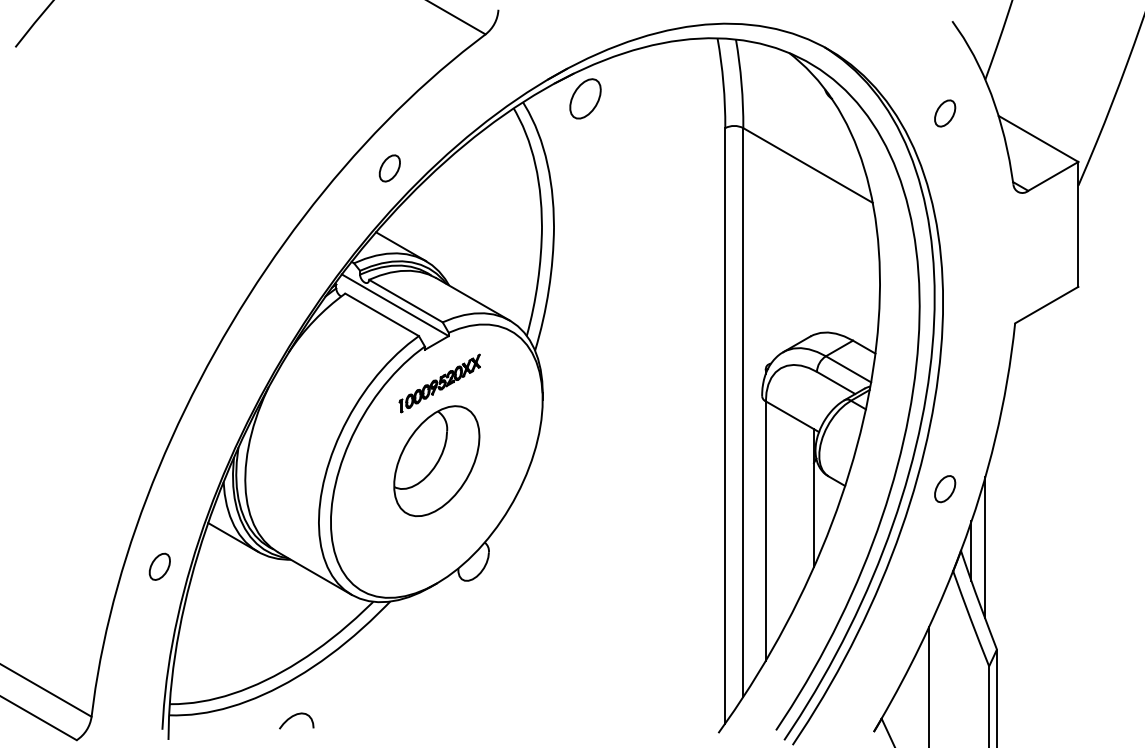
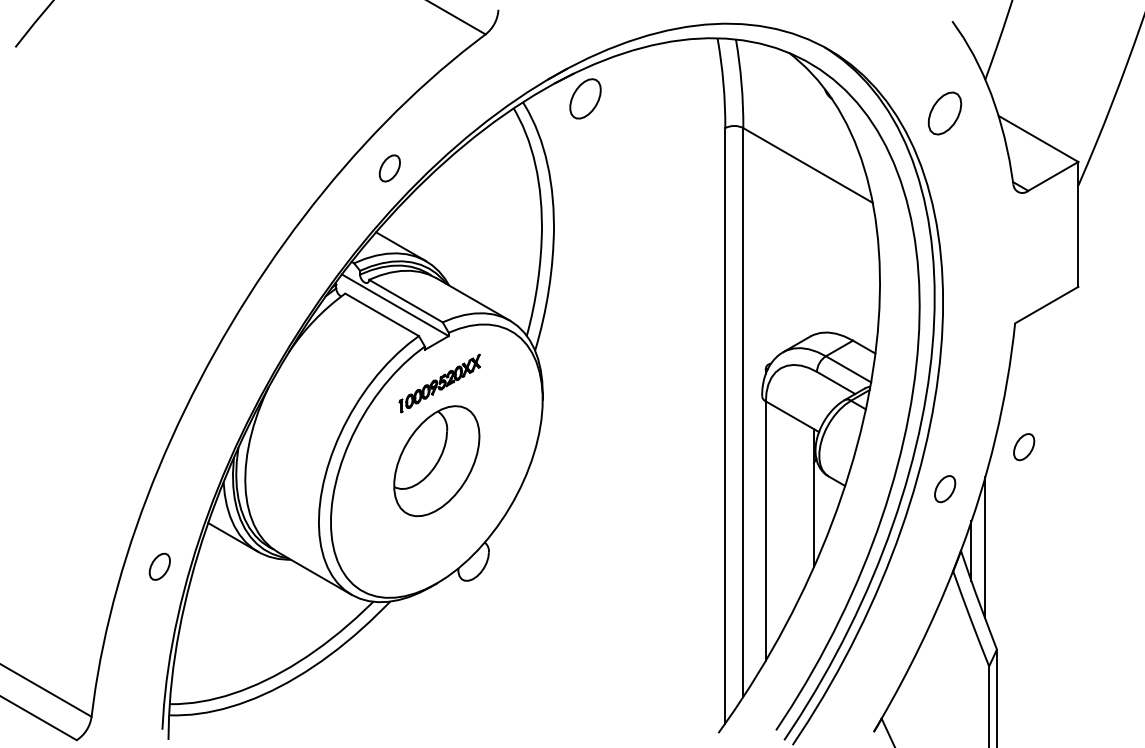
part at (945, 113) size: 23x29 px -> 35x45 px
part at (1024, 447): none -> present
line at (929, 685): present -> none
curve at (294, 716): present -> none
